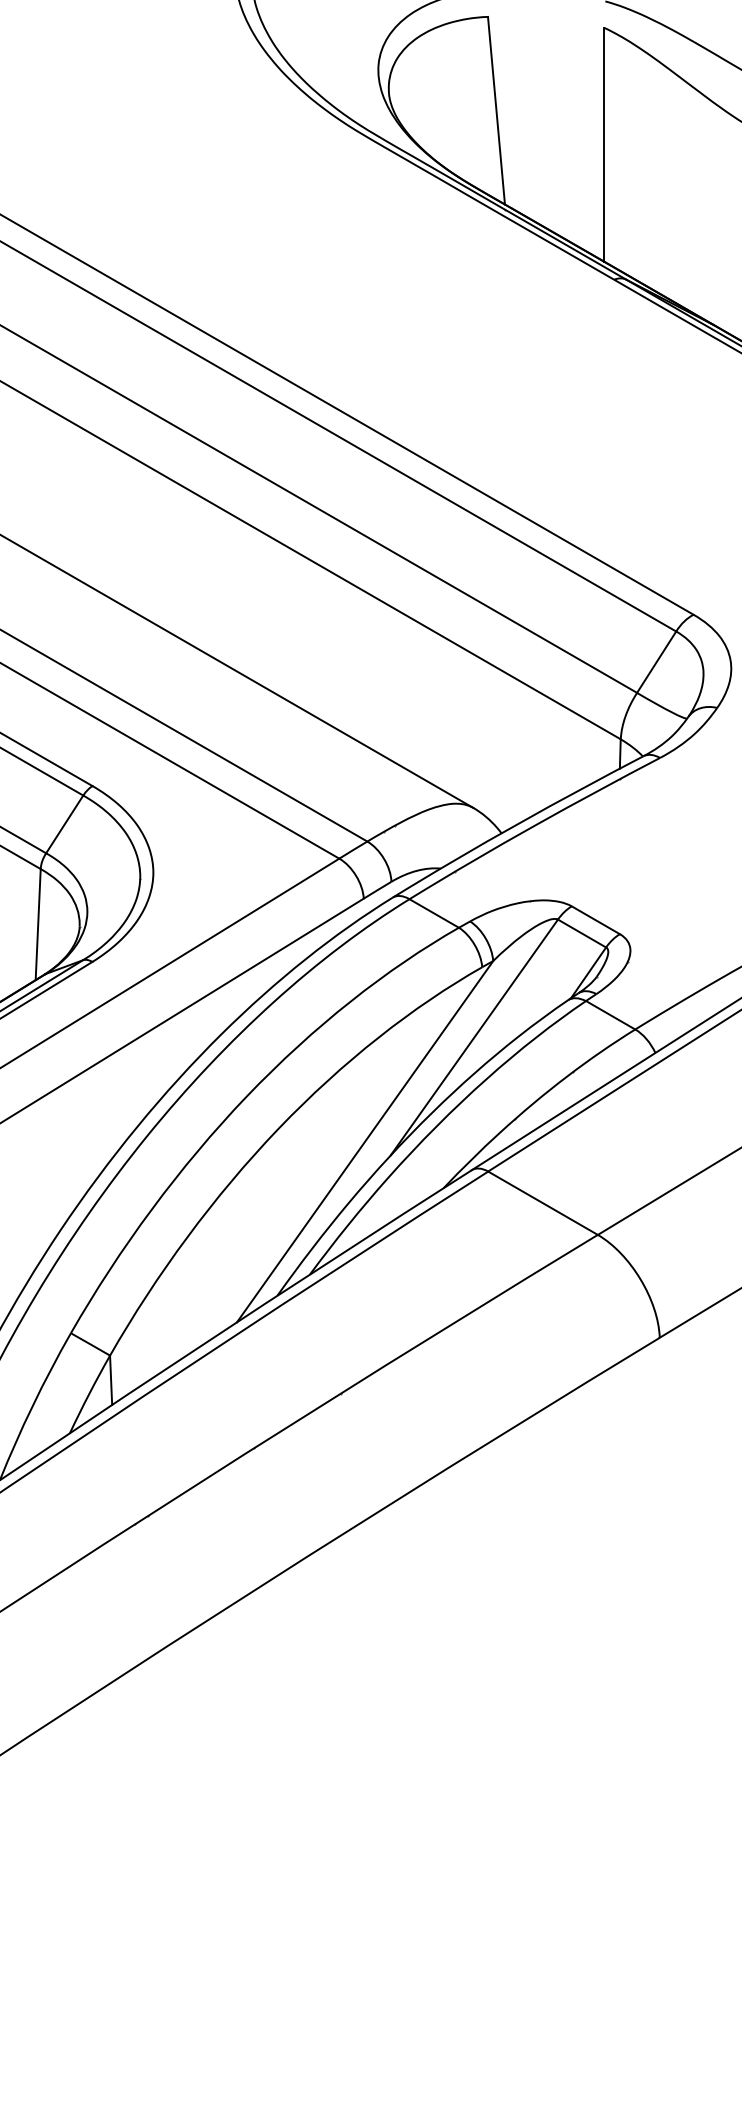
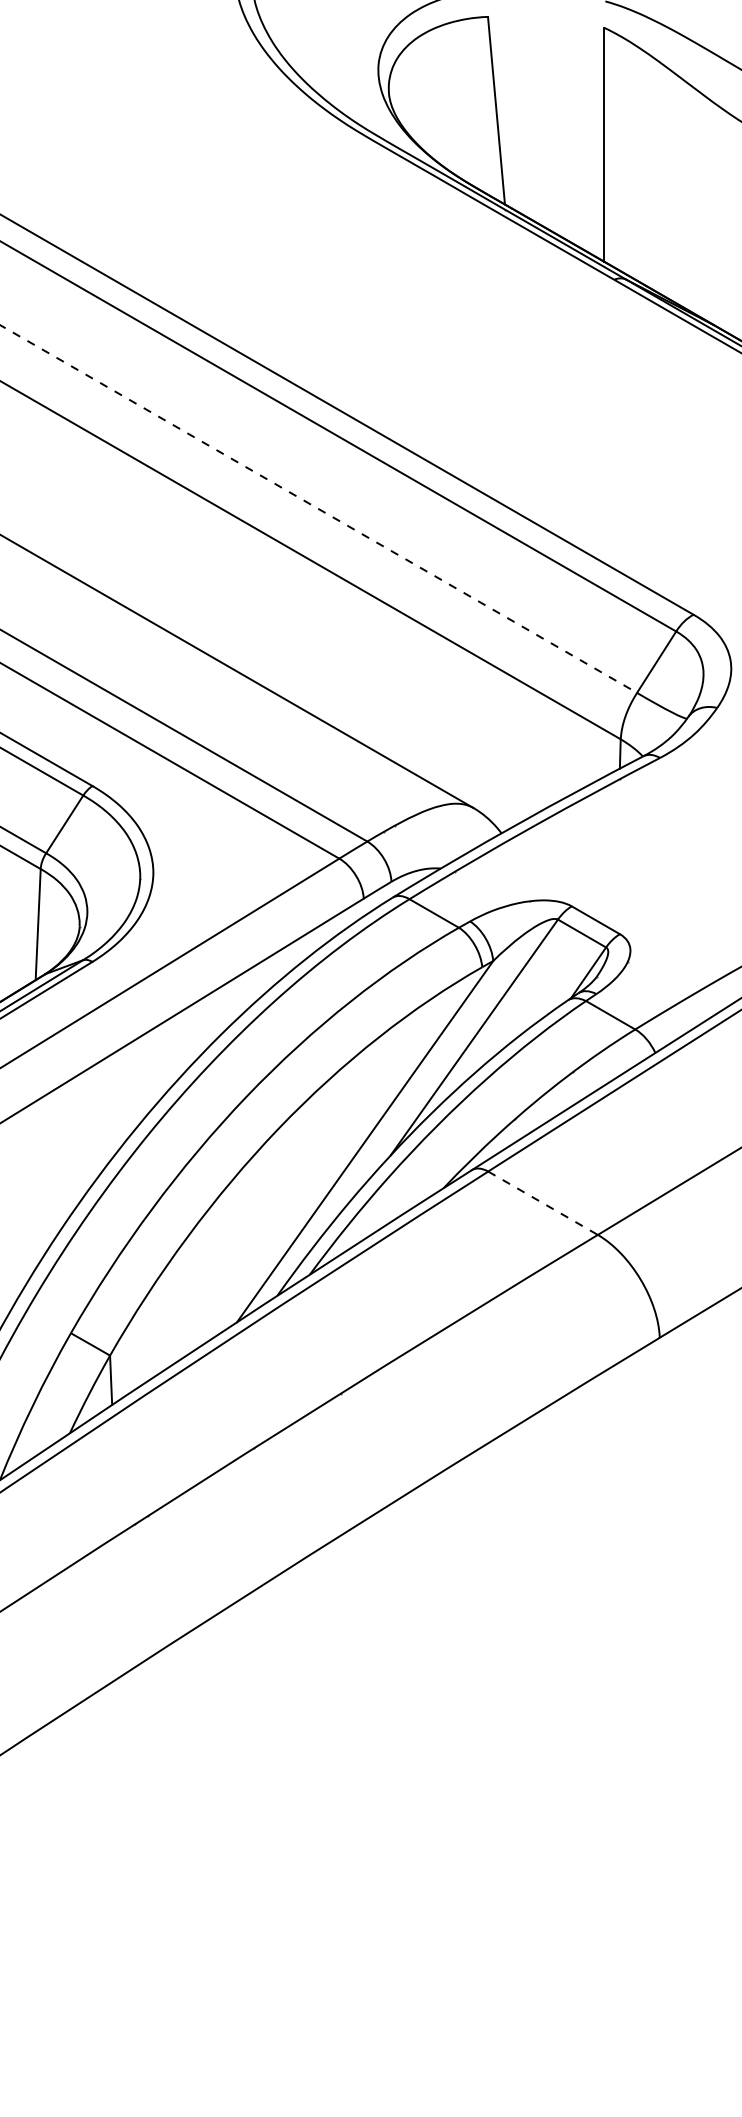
line at (318, 509): solid -> dashed
line at (543, 1203): solid -> dashed
